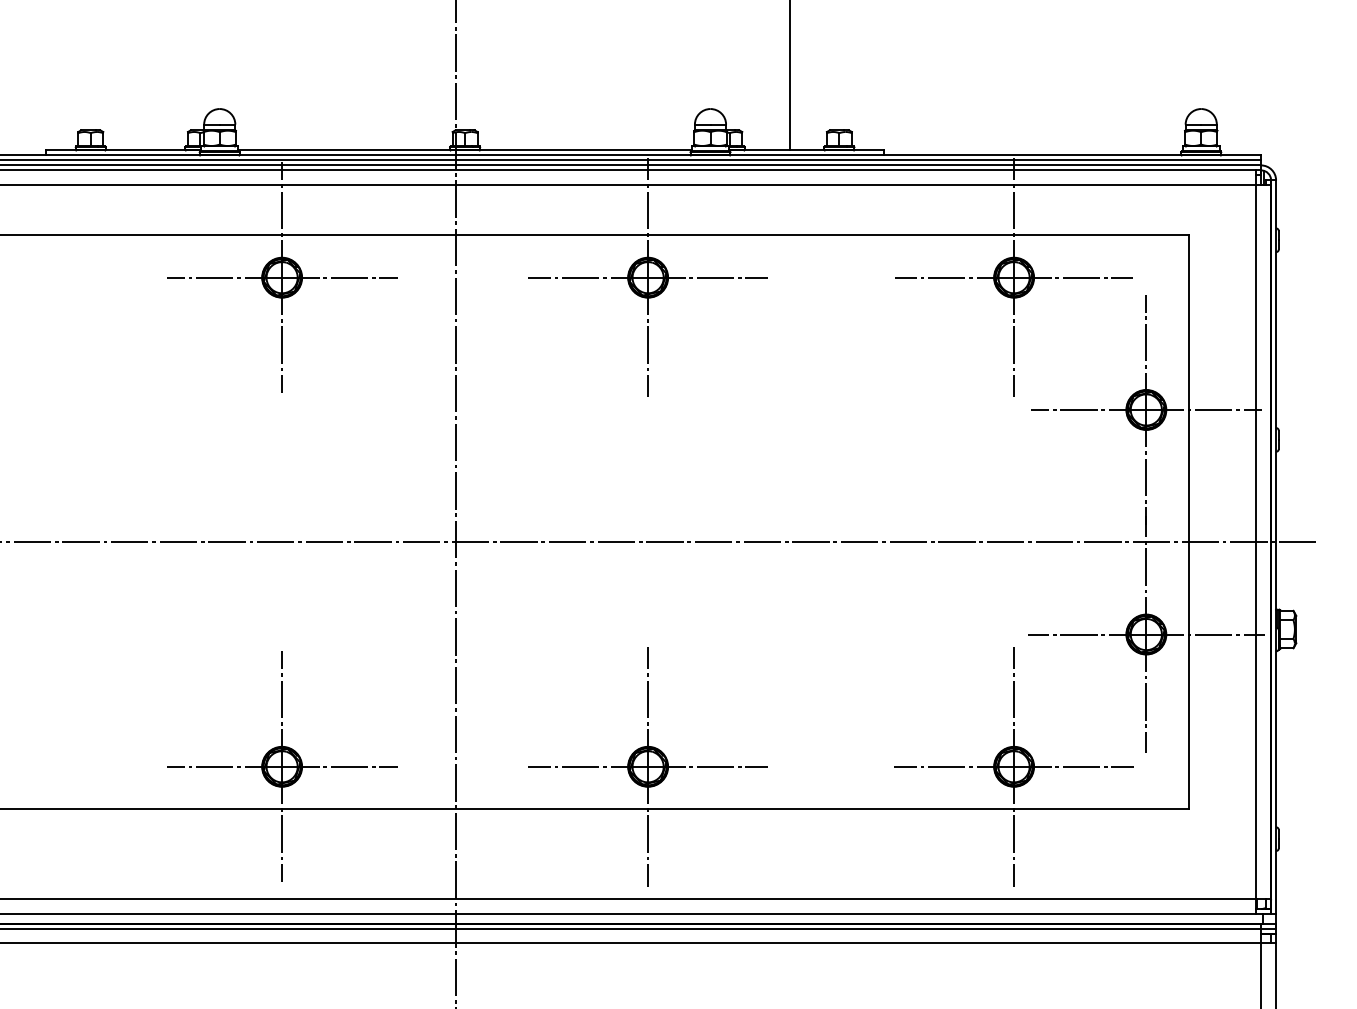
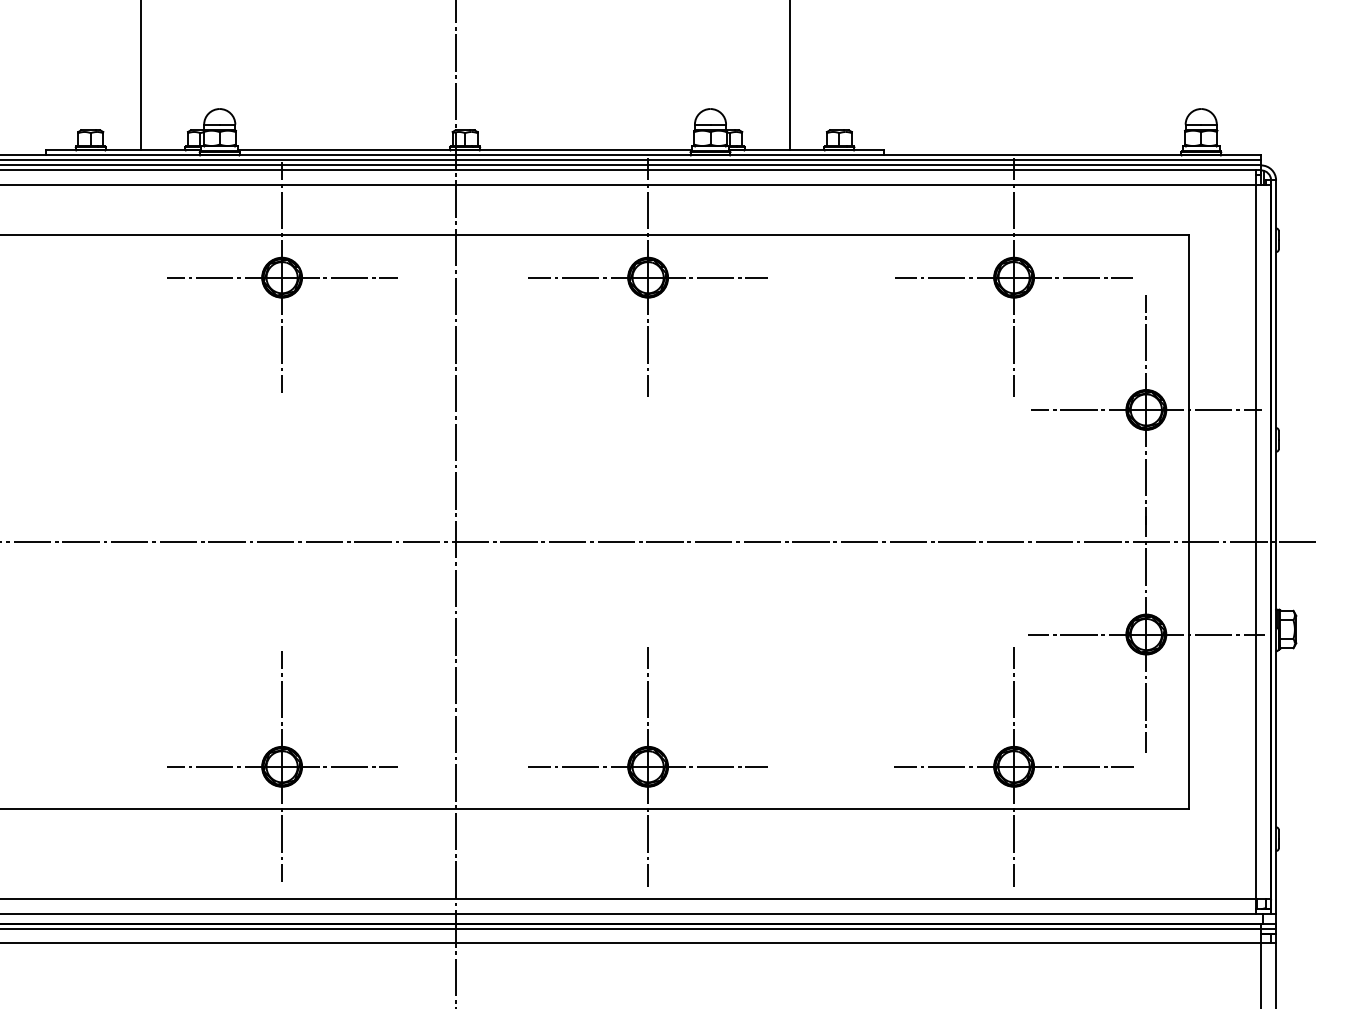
line at (140, 76): none -> present
